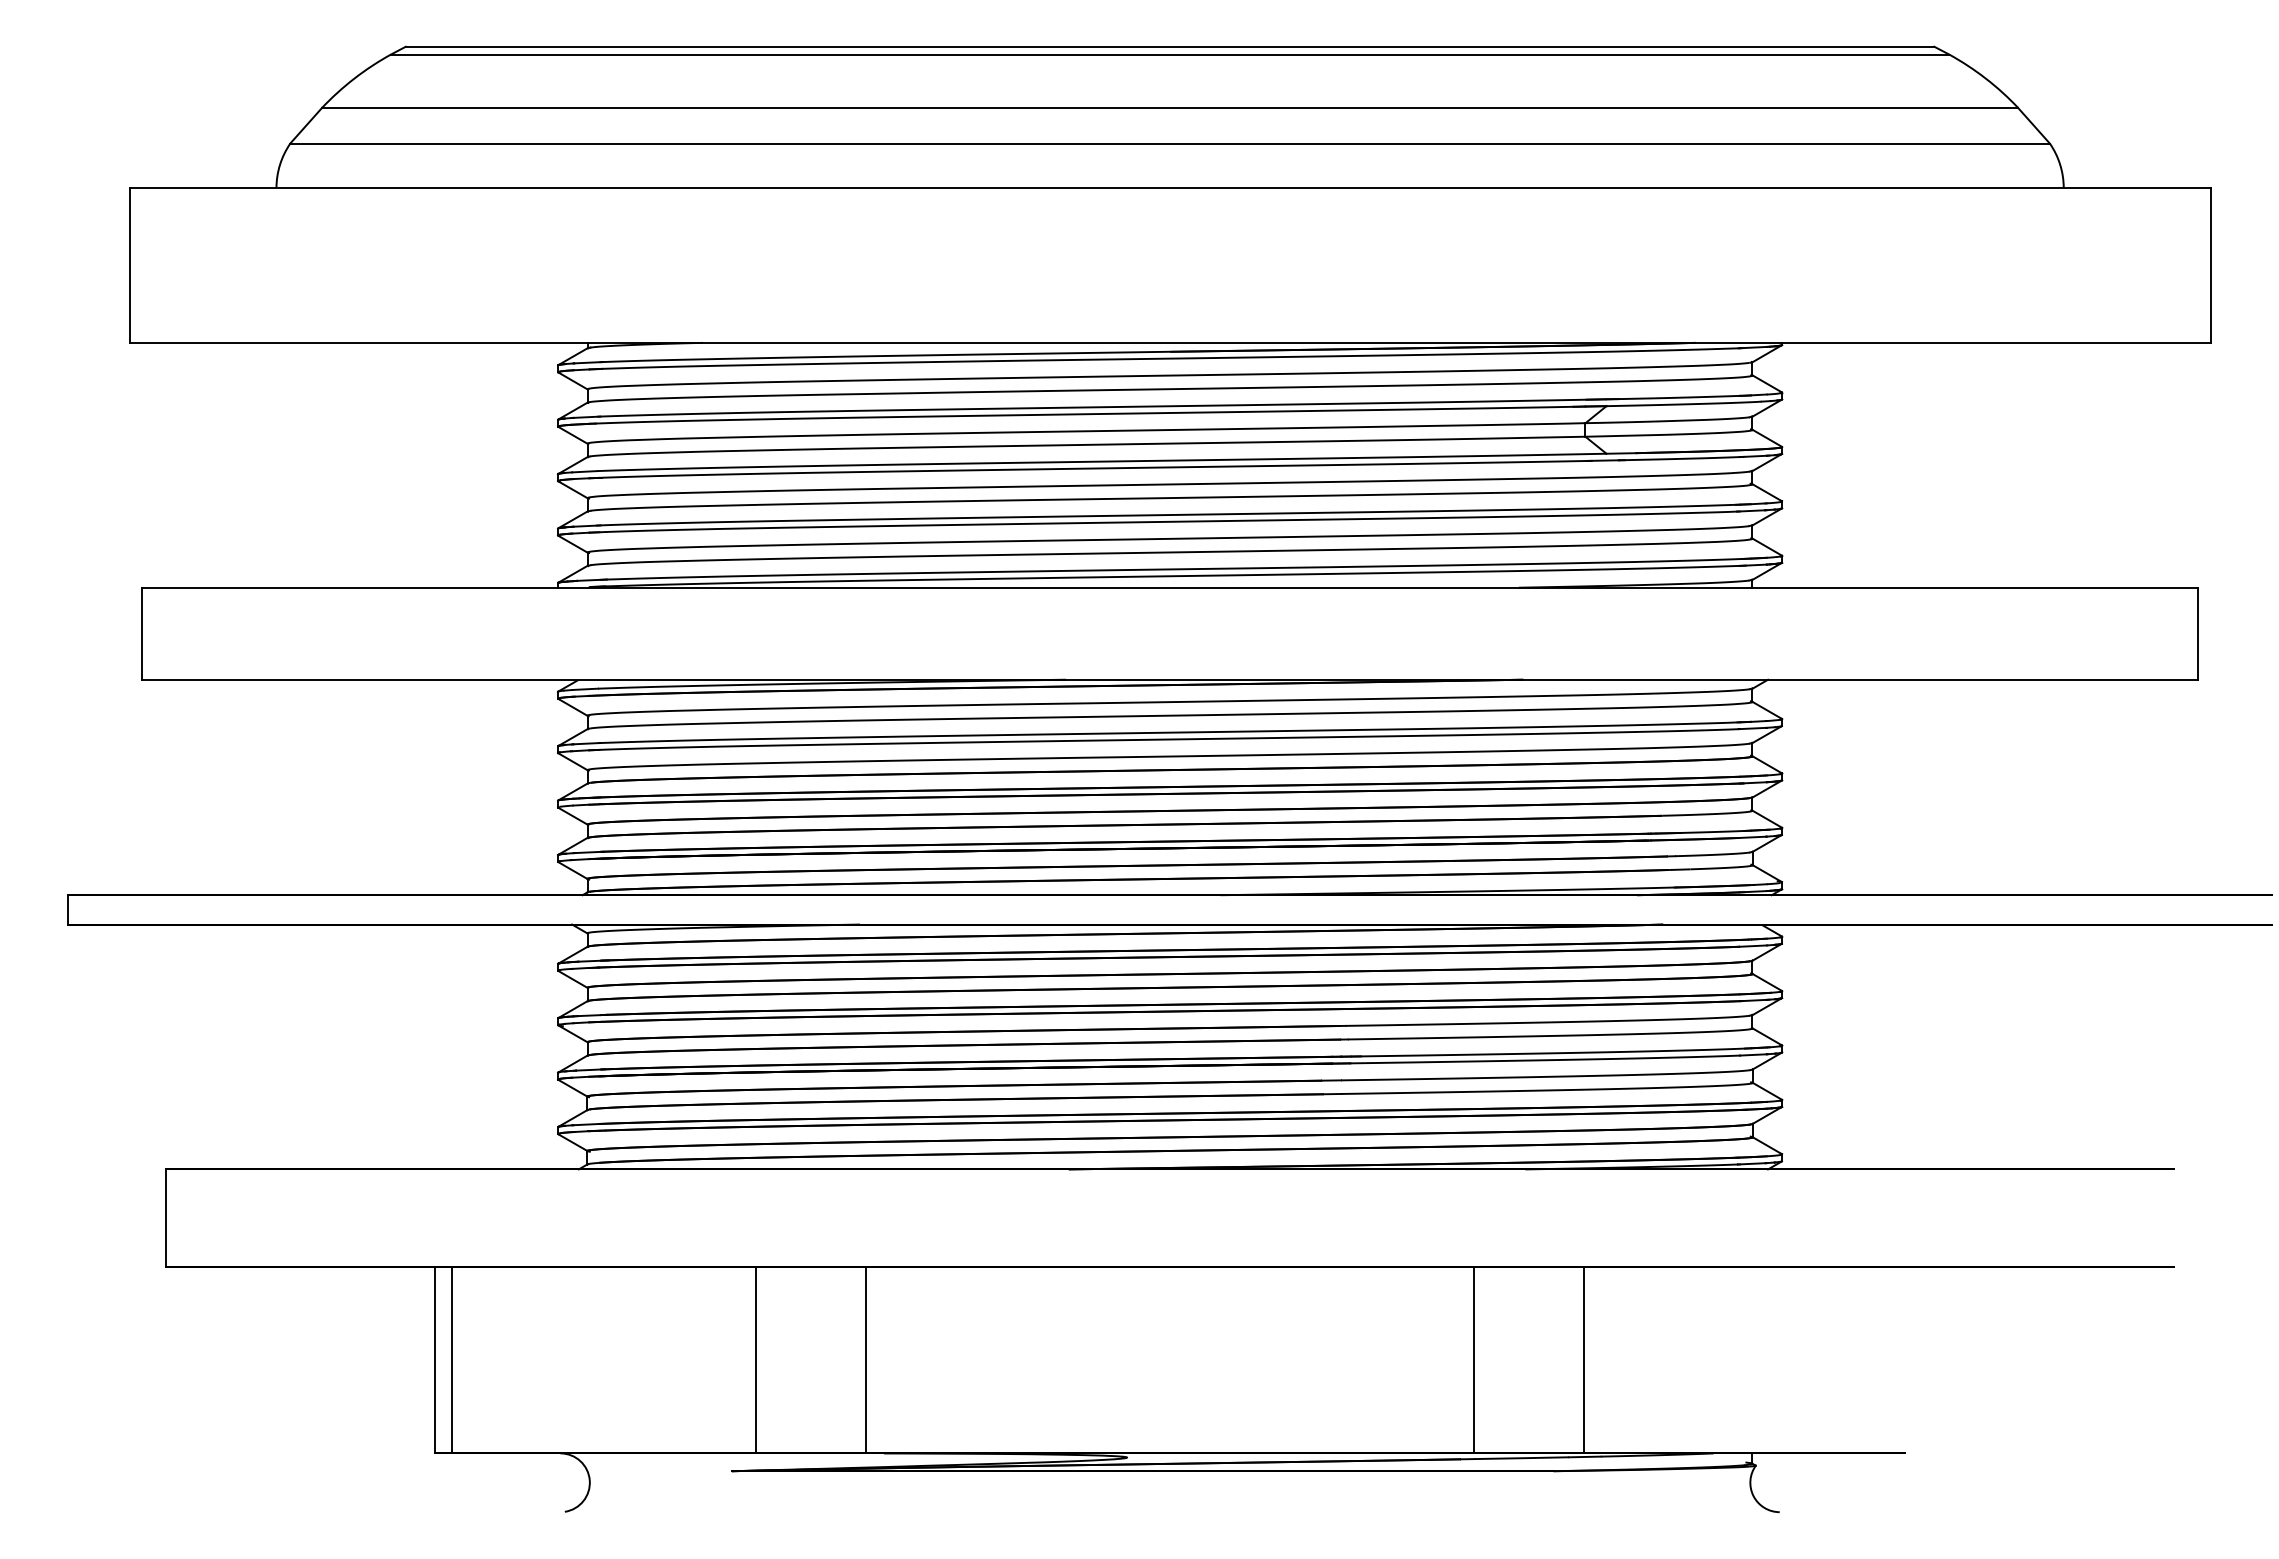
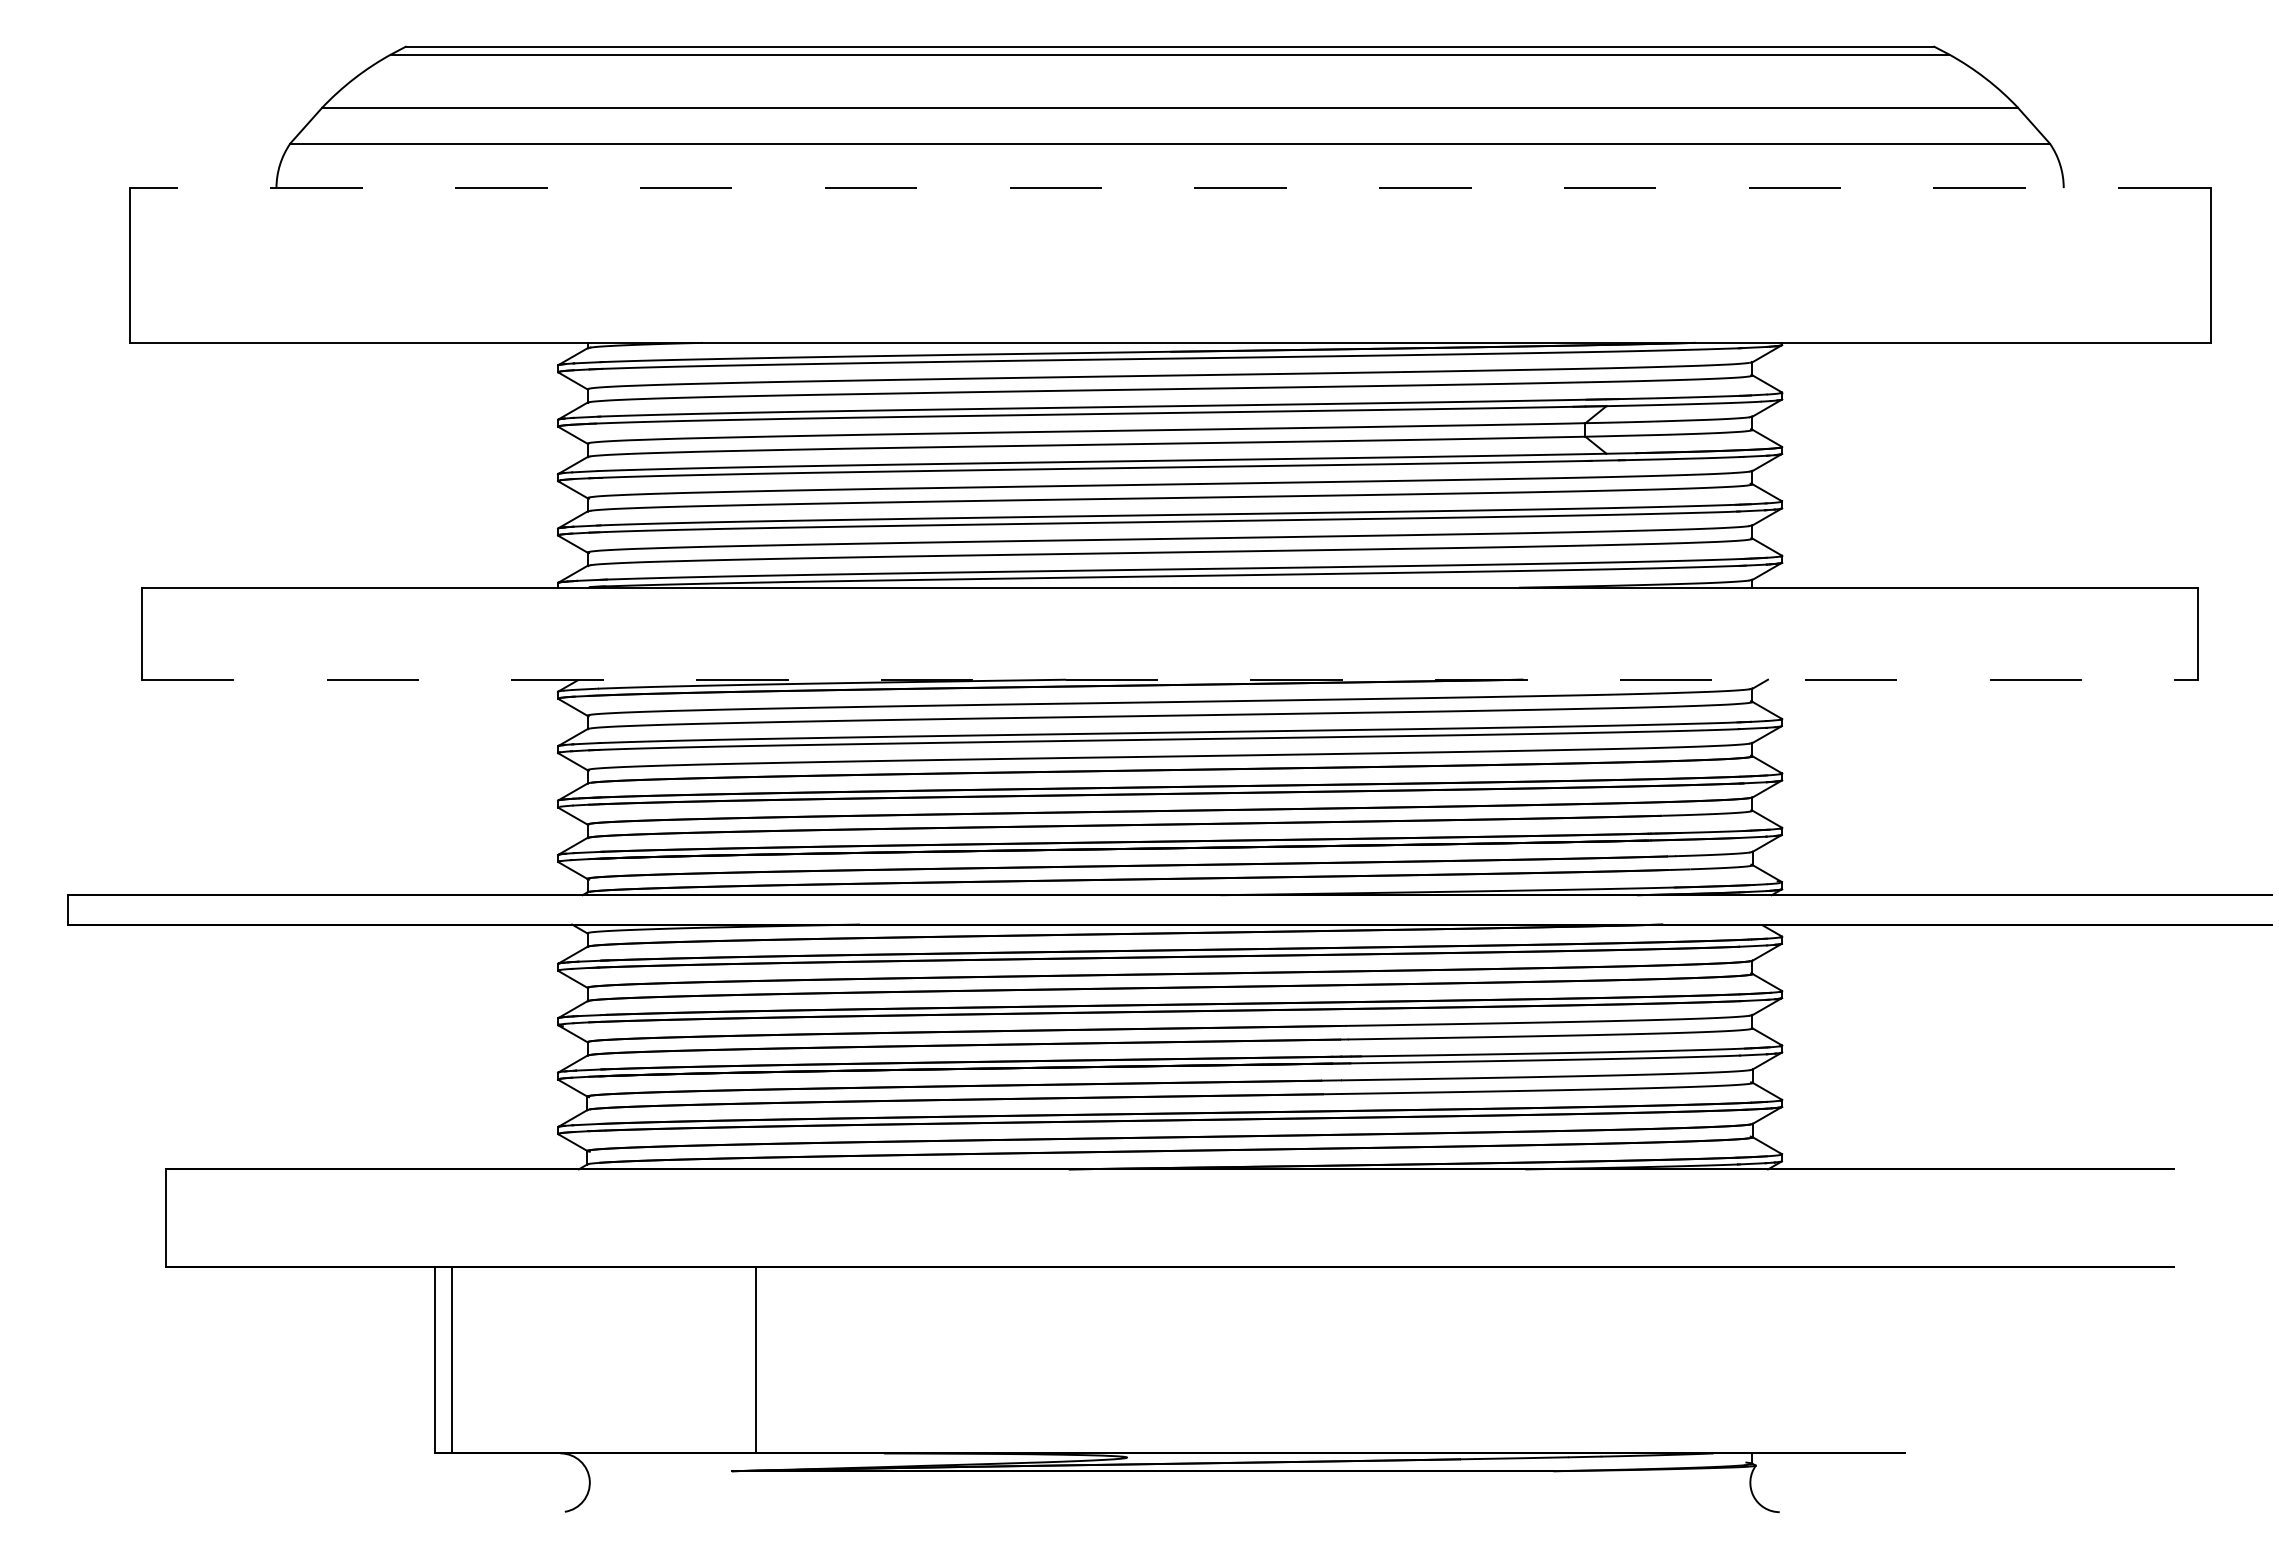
line at (1170, 188): solid -> dashed
line at (1170, 679): solid -> dashed
line at (866, 1360): present -> none
line at (1474, 1360): present -> none
line at (1584, 1360): present -> none
